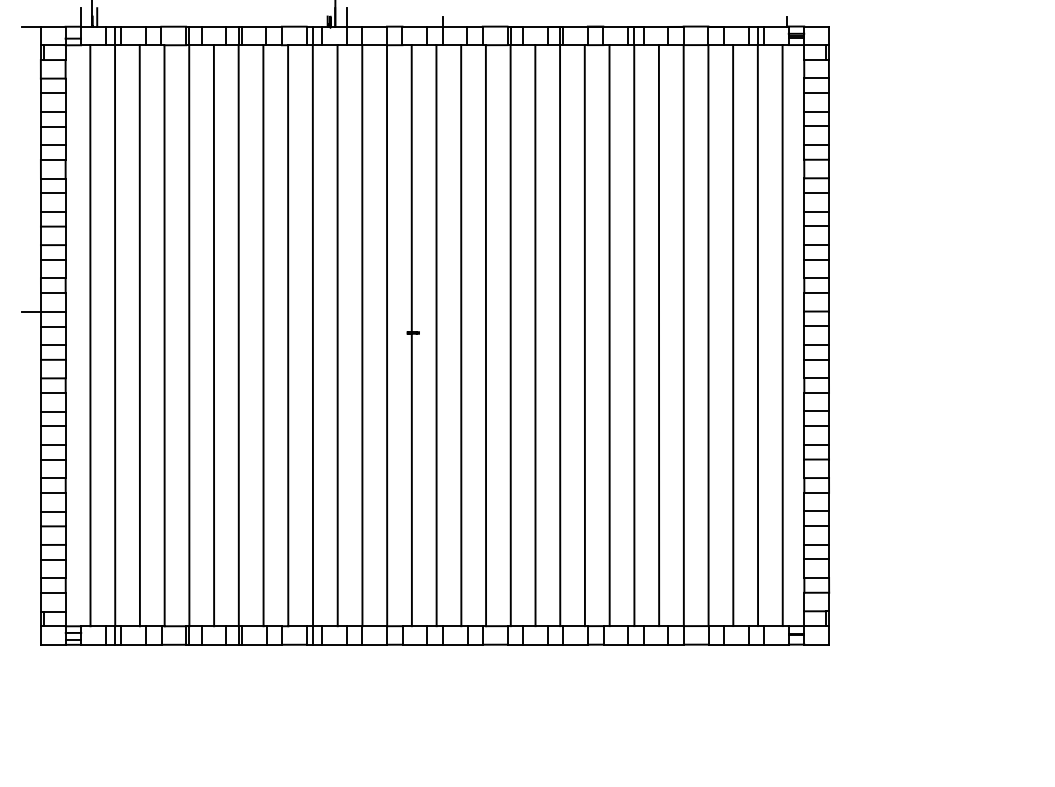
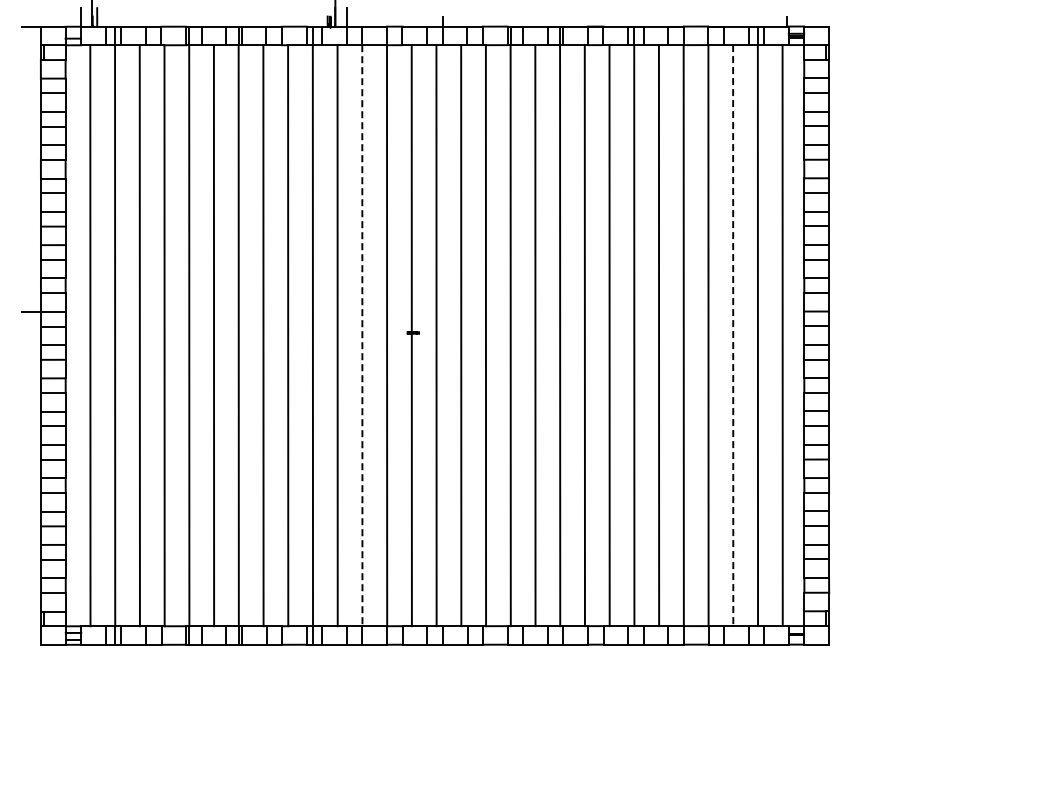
line at (362, 336): solid -> dashed
line at (733, 336): solid -> dashed
